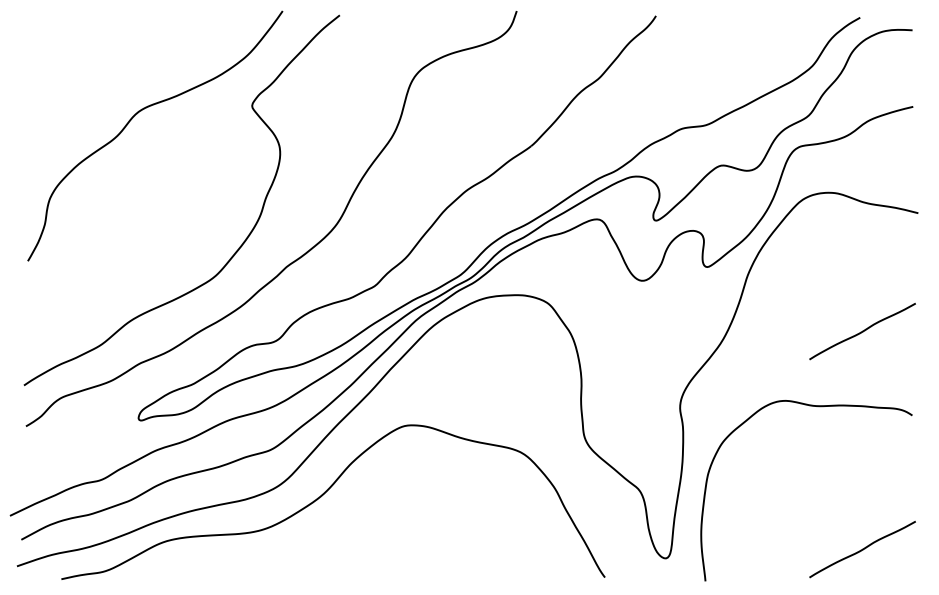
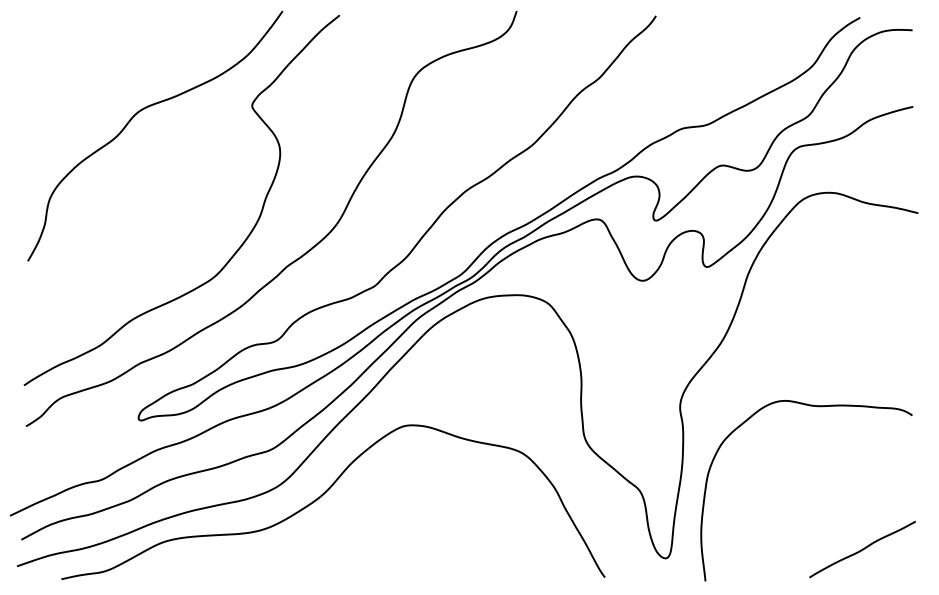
curve at (862, 331): present -> none
